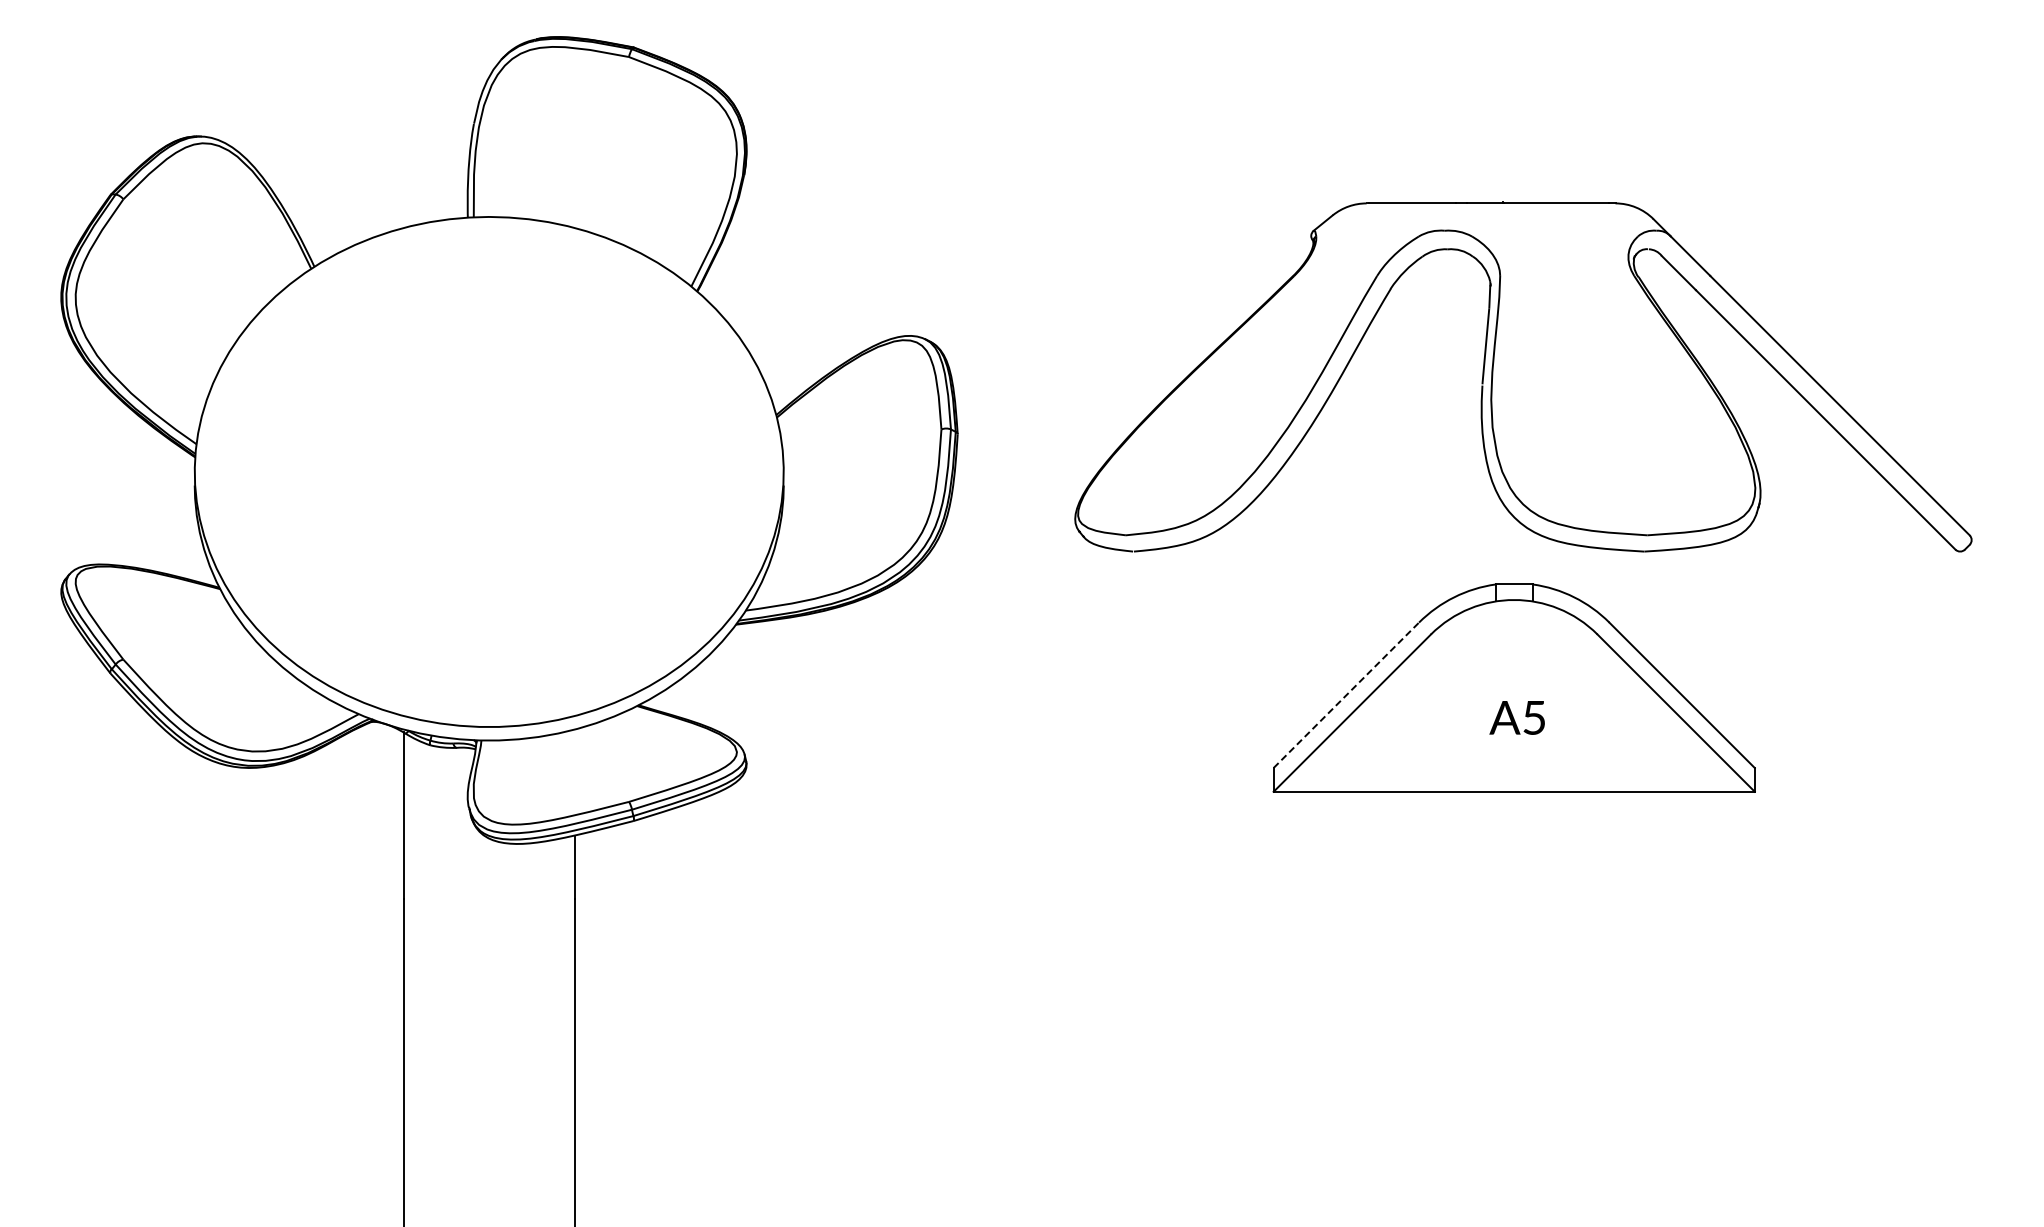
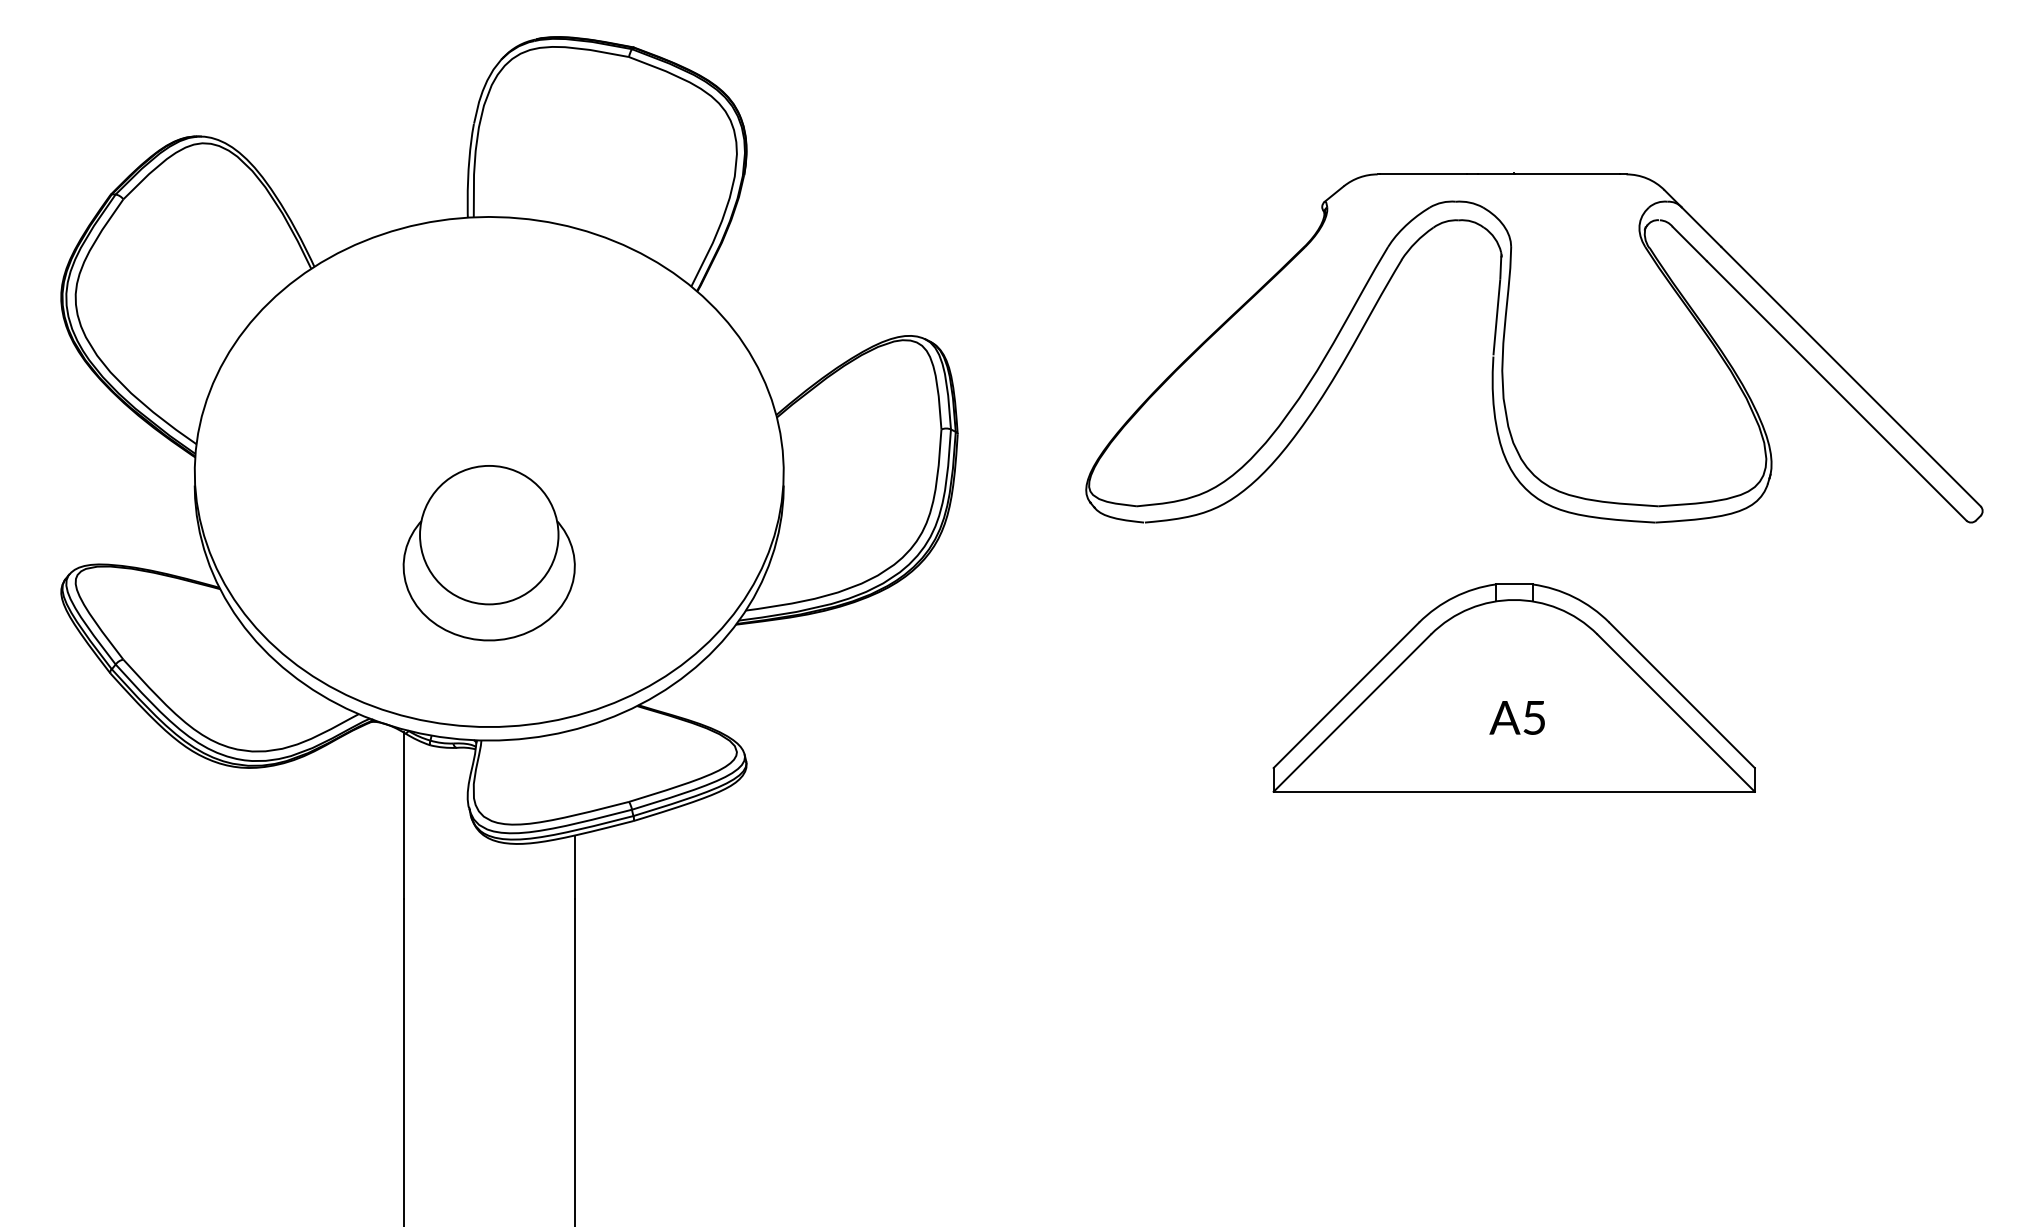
part at (1523, 376) position: (1523, 376) -> (1534, 347)
part at (488, 553): none -> present
line at (1346, 695): dashed -> solid
